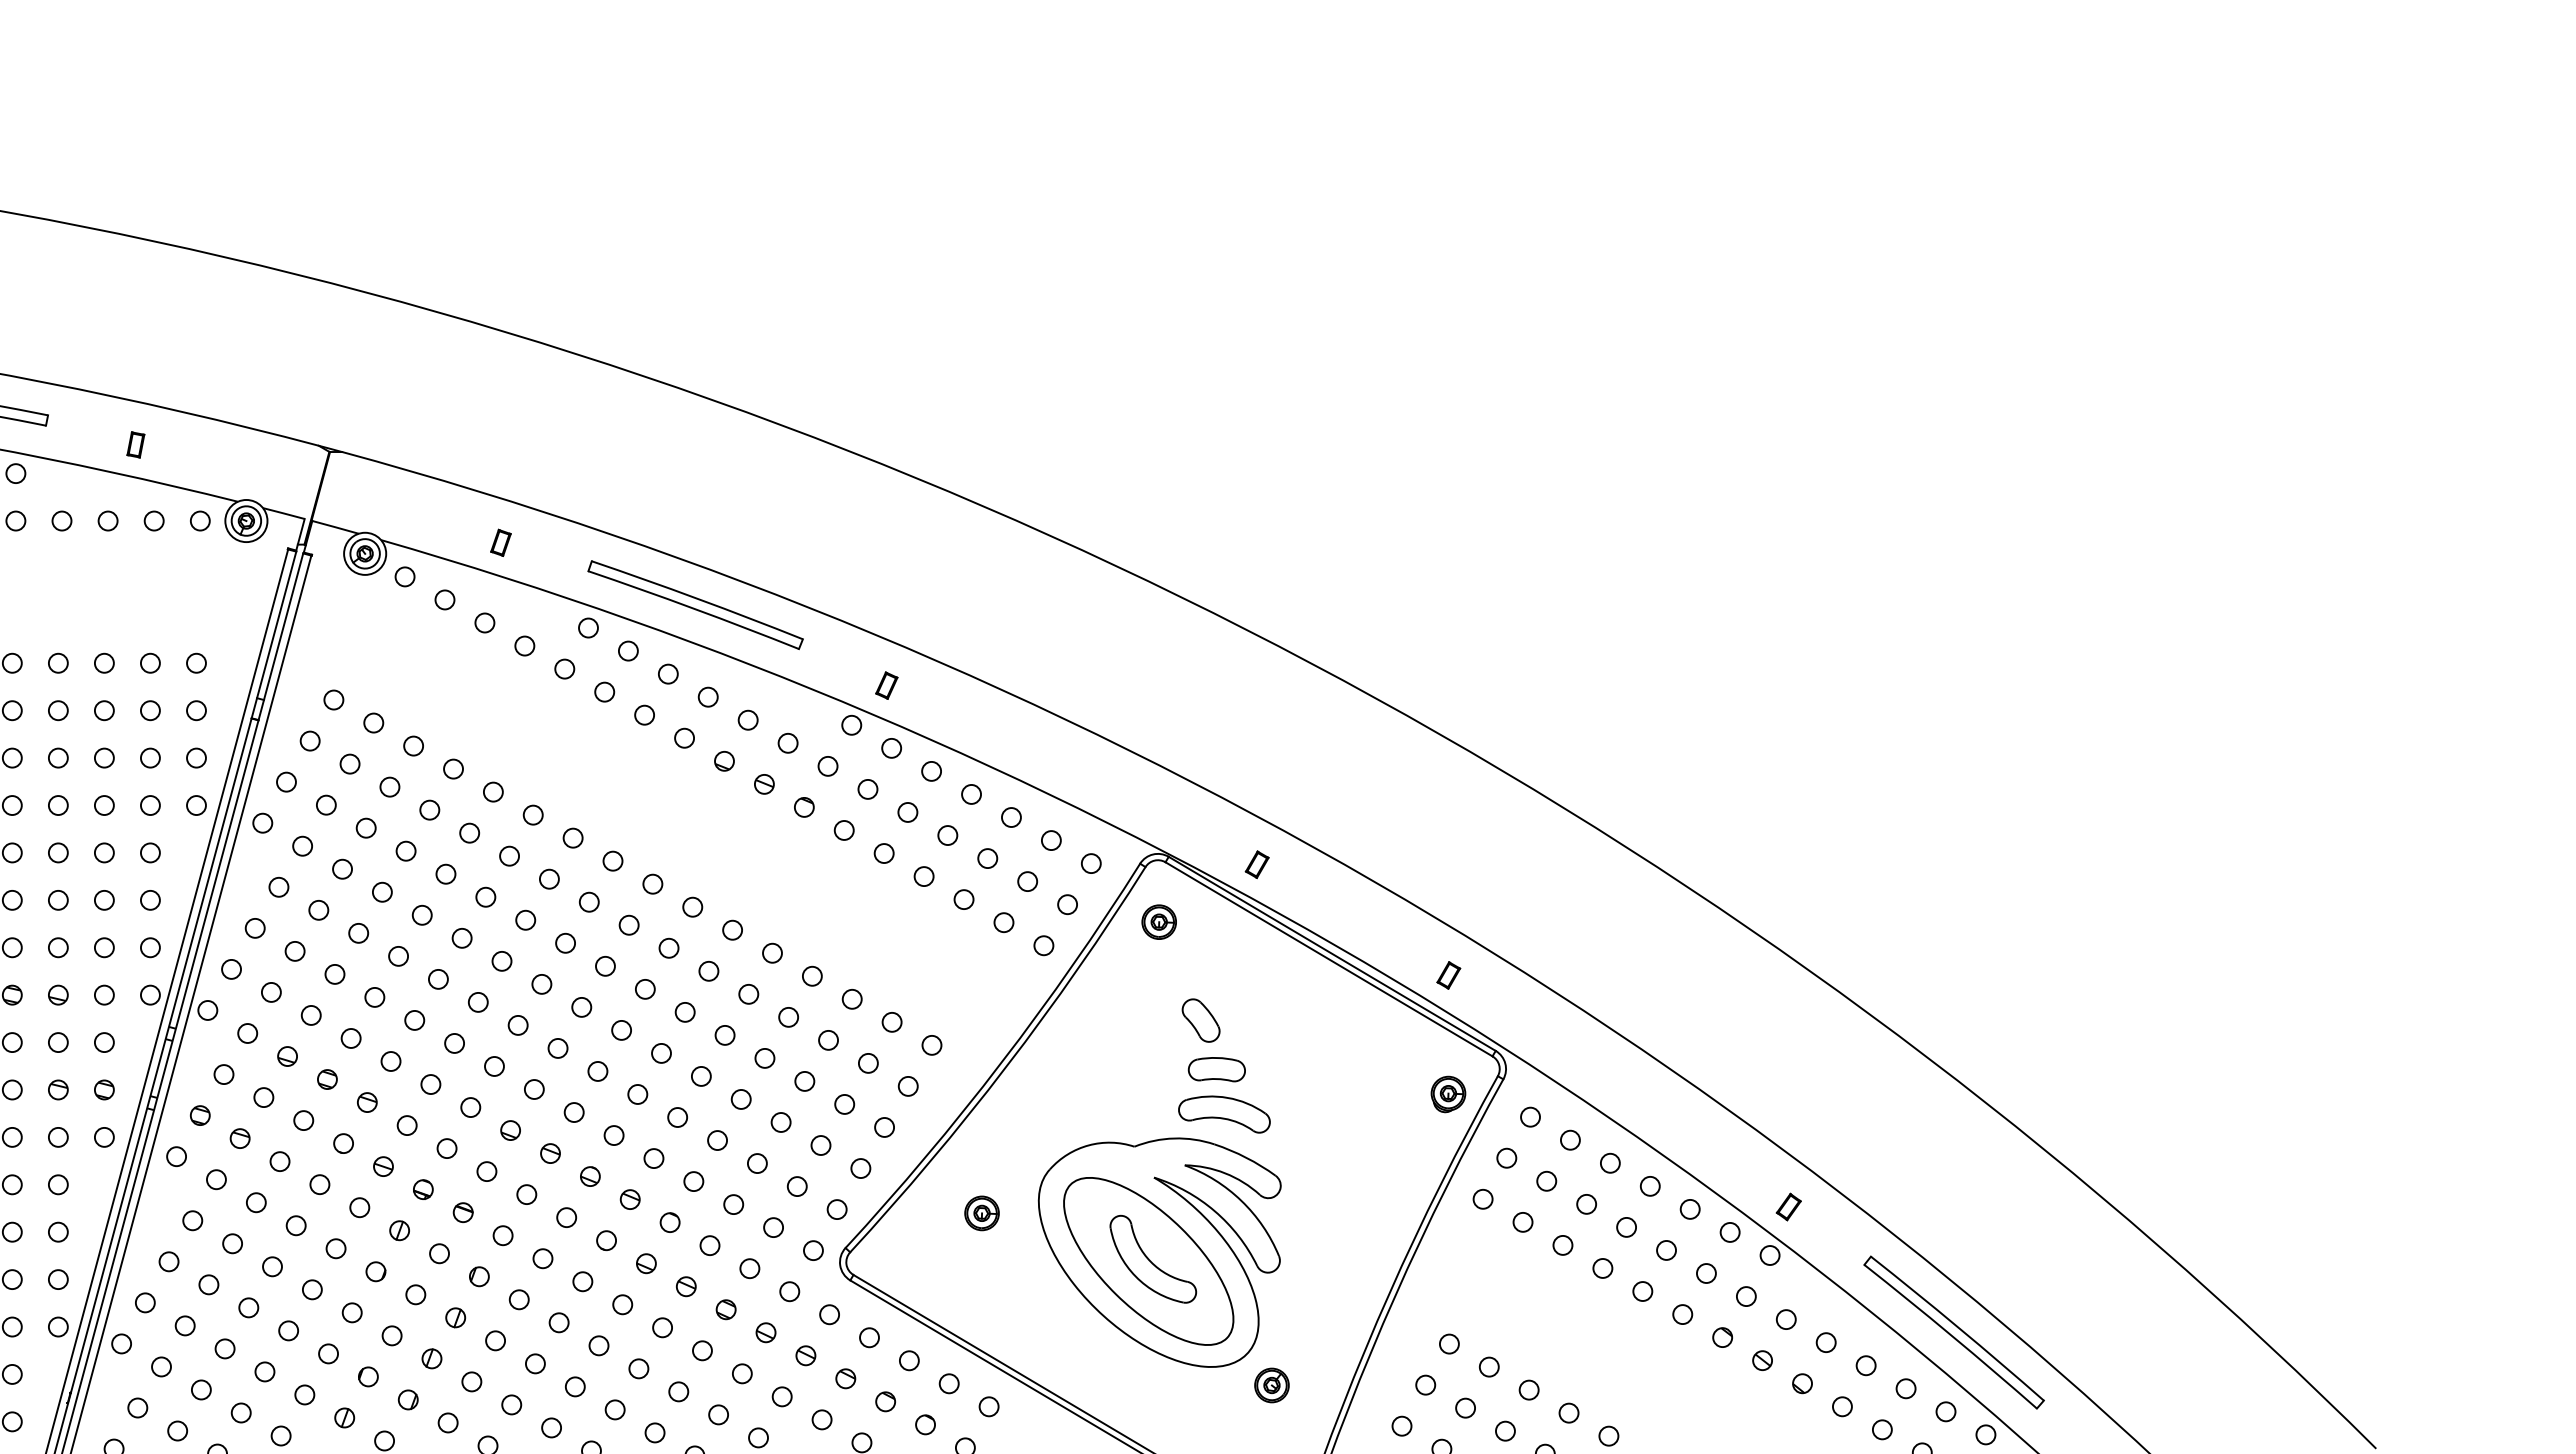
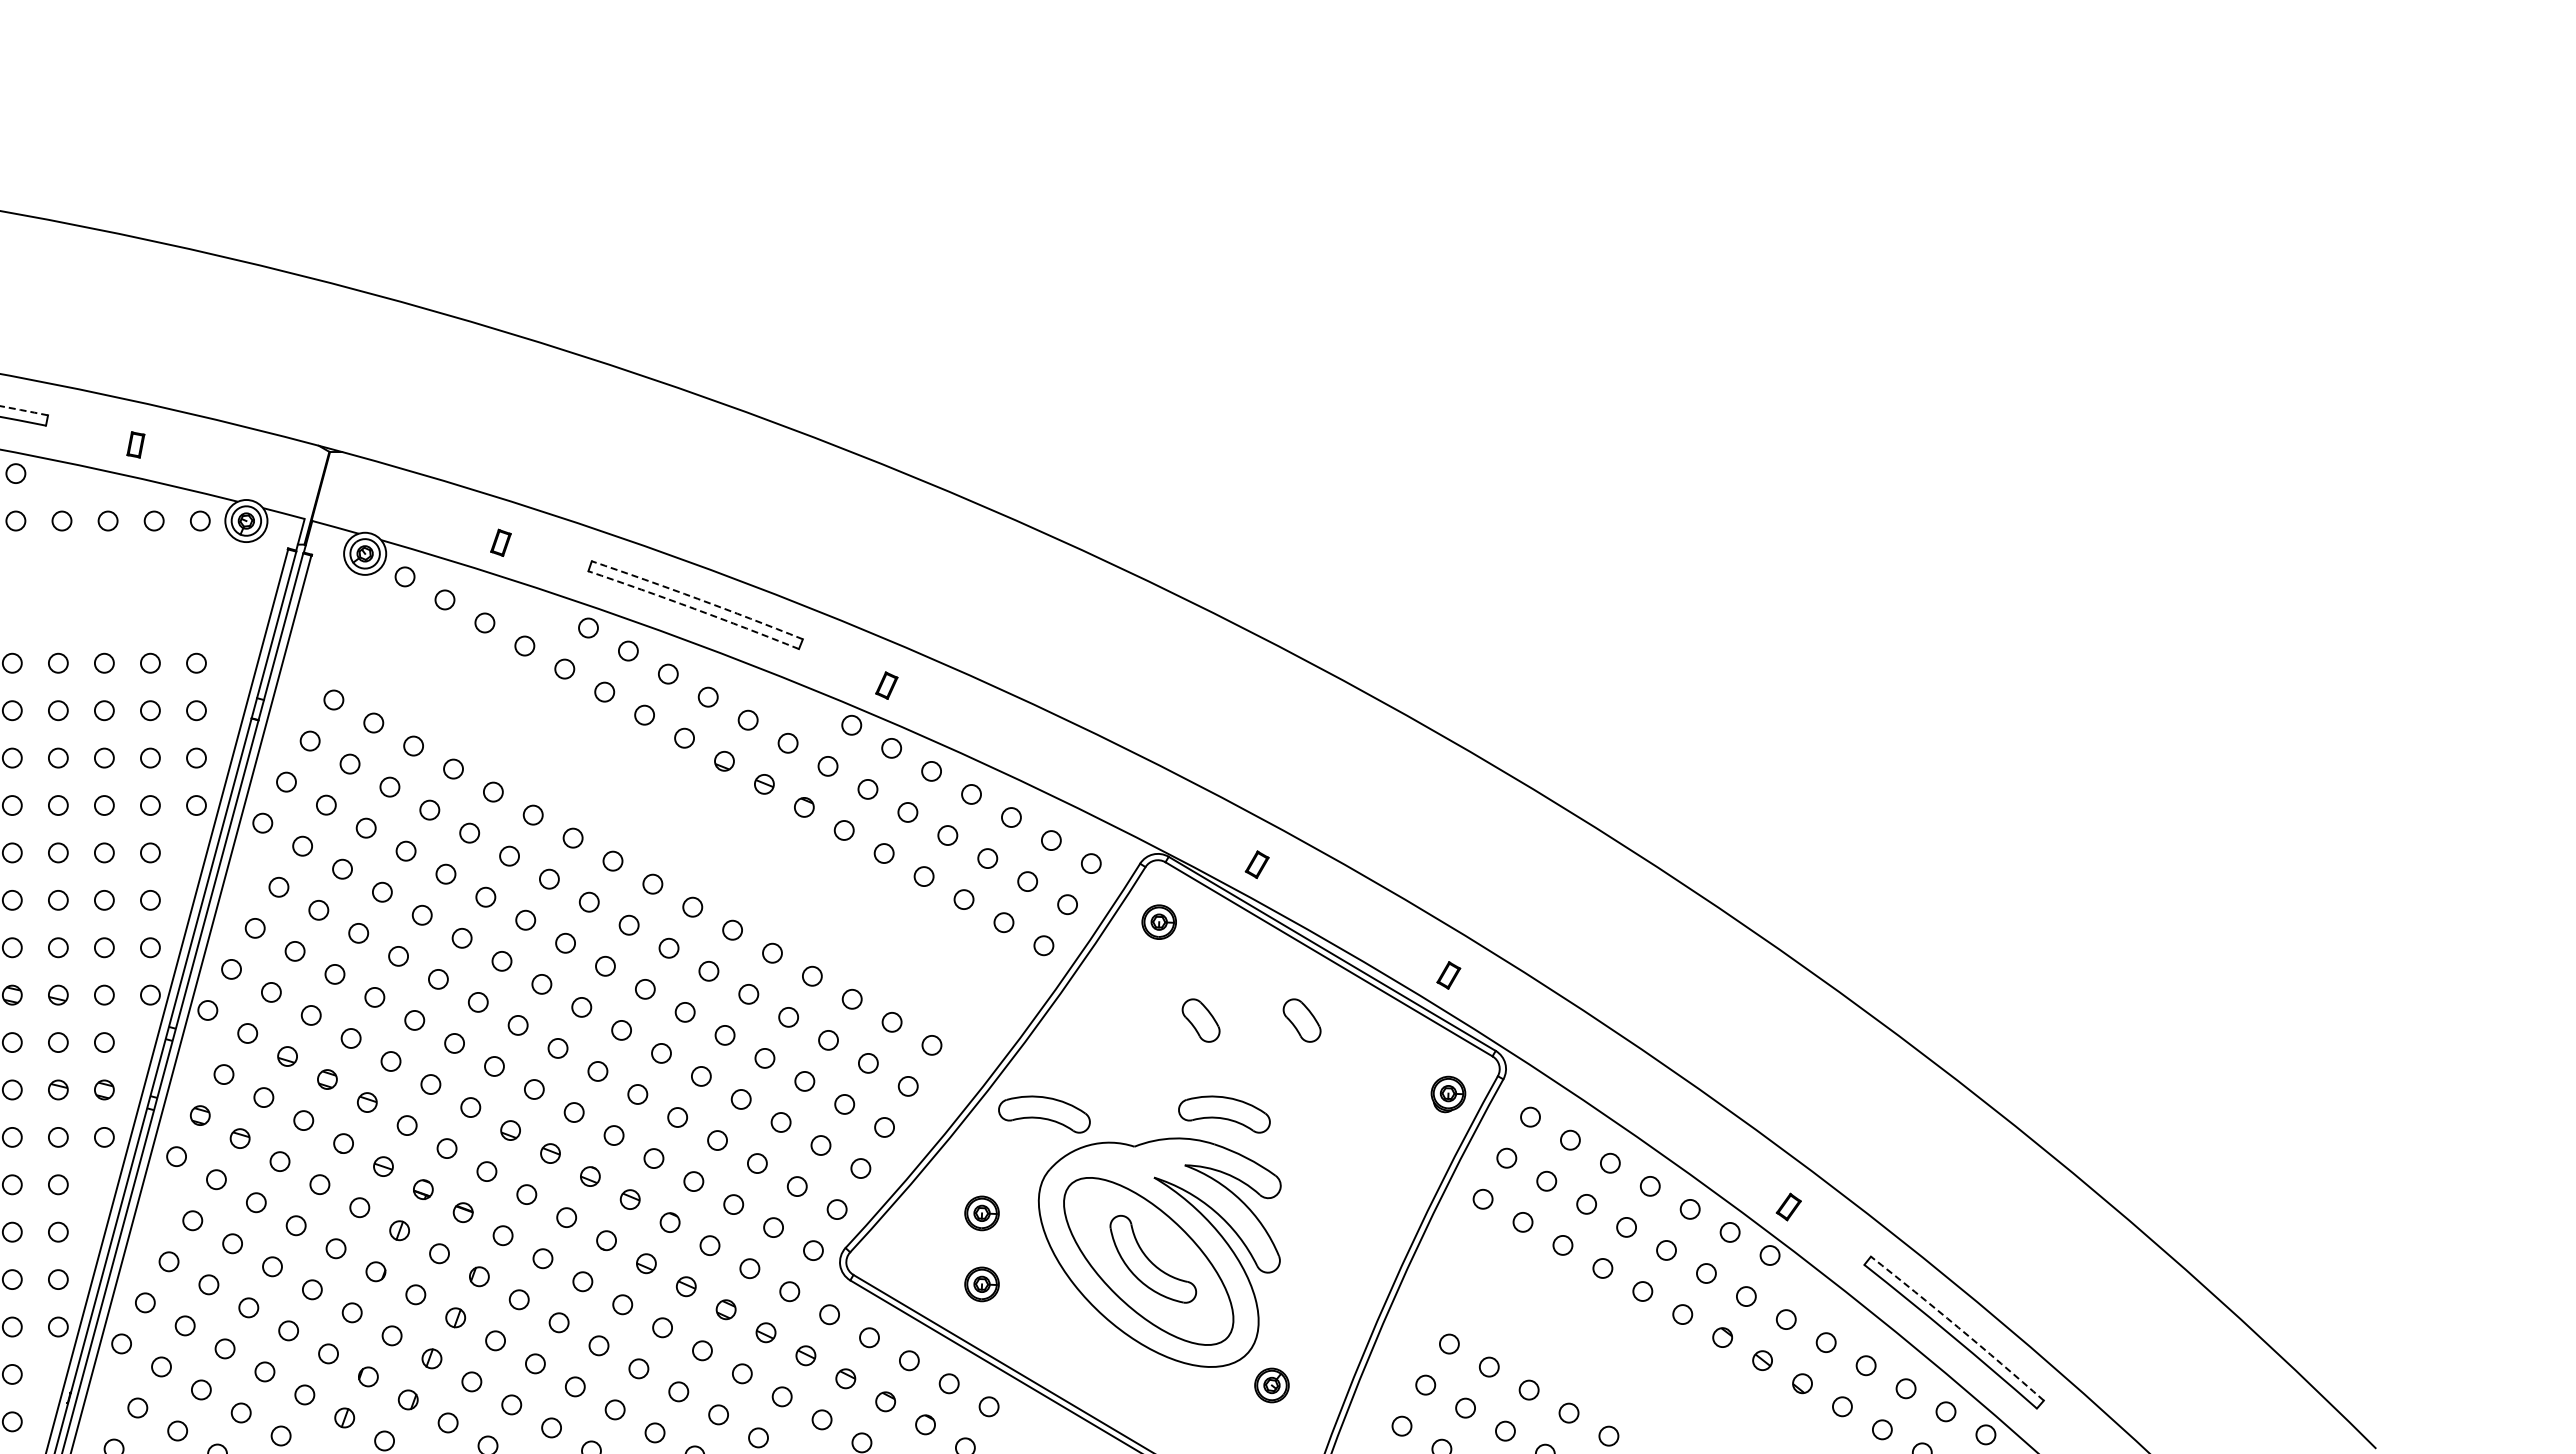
arc at (23, 410): solid -> dashed
arc at (697, 598): solid -> dashed
arc at (694, 608): solid -> dashed
part at (1301, 1020): none -> present
part at (1216, 1069): present -> none
part at (1044, 1114): none -> present
part at (981, 1284): none -> present
arc at (1958, 1327): solid -> dashed
